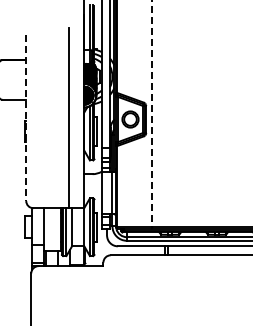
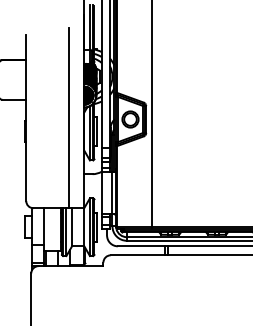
line at (152, 114): dashed -> solid
line at (26, 118): dashed -> solid
